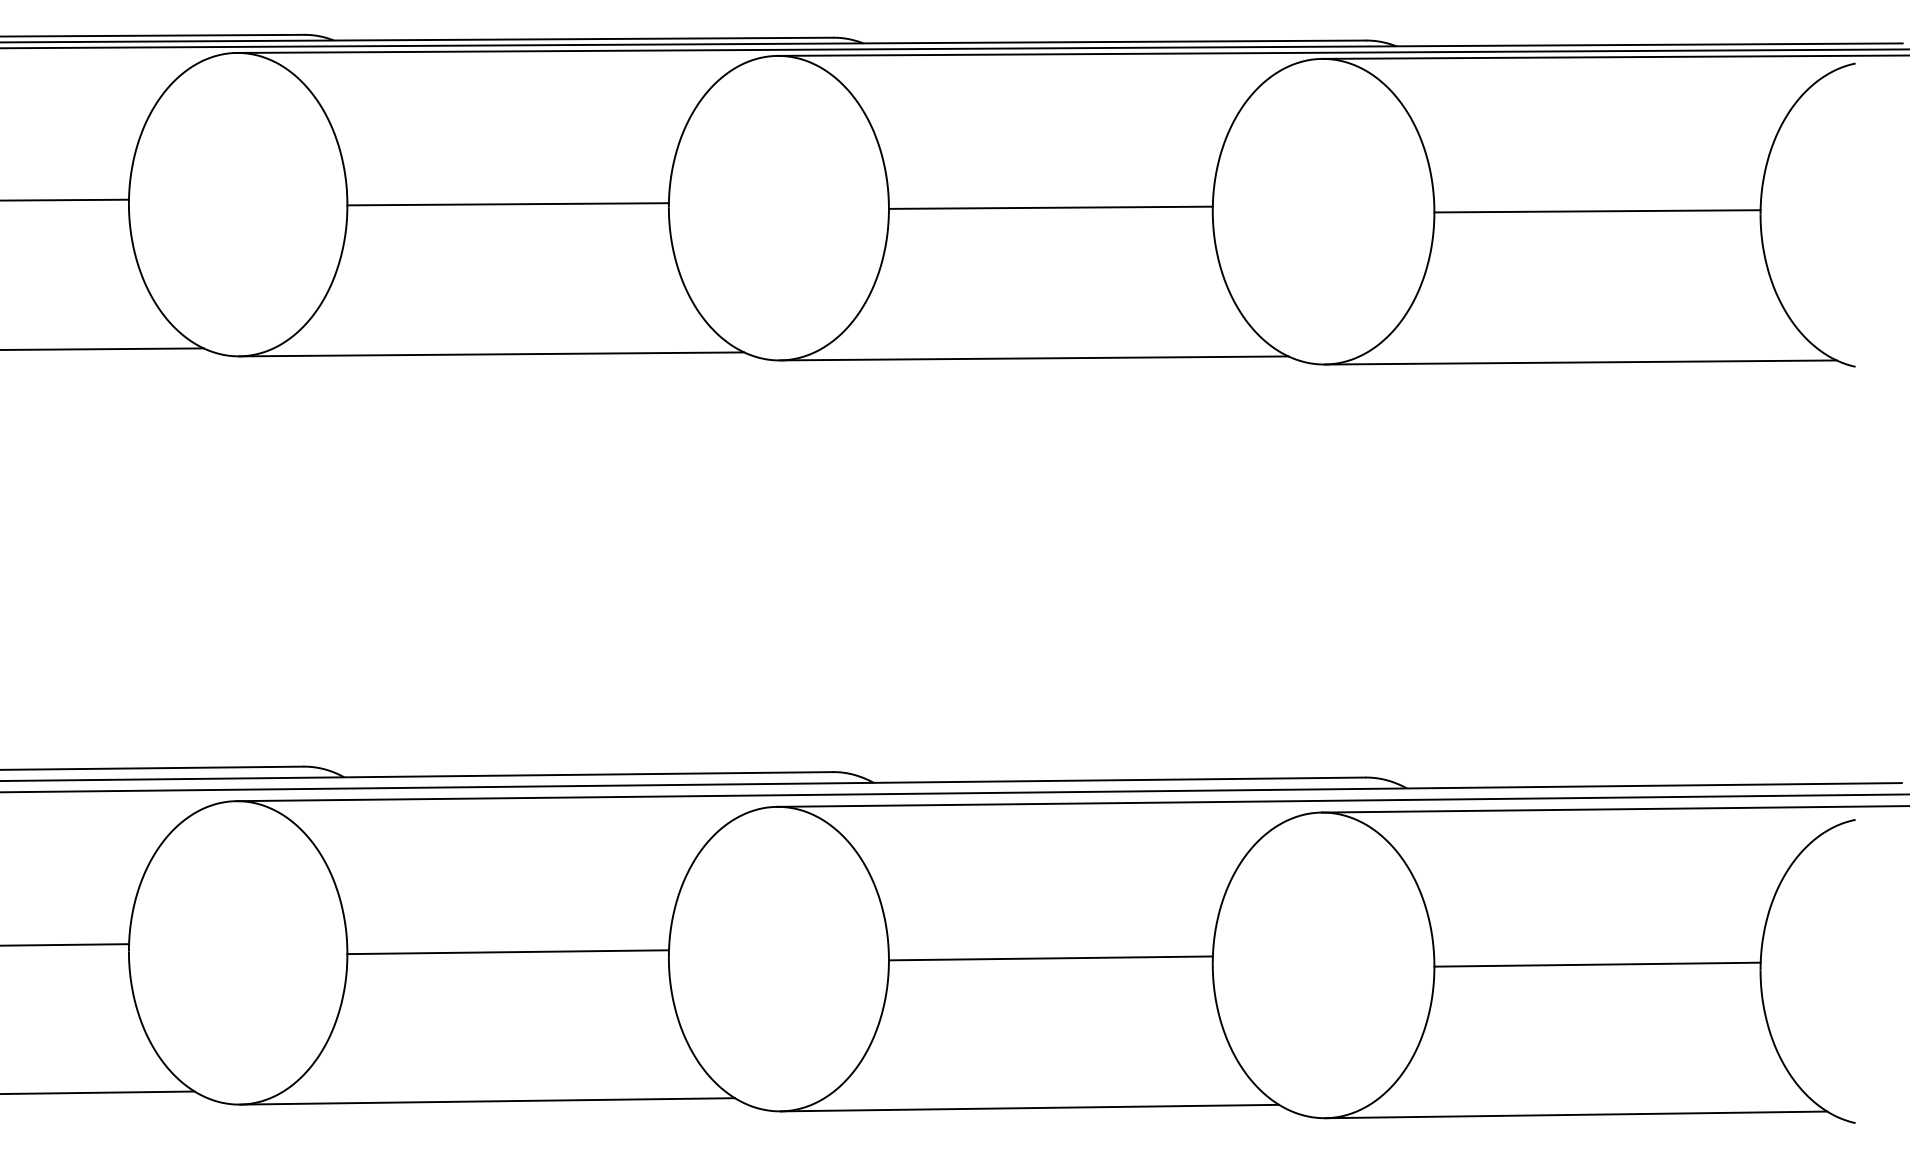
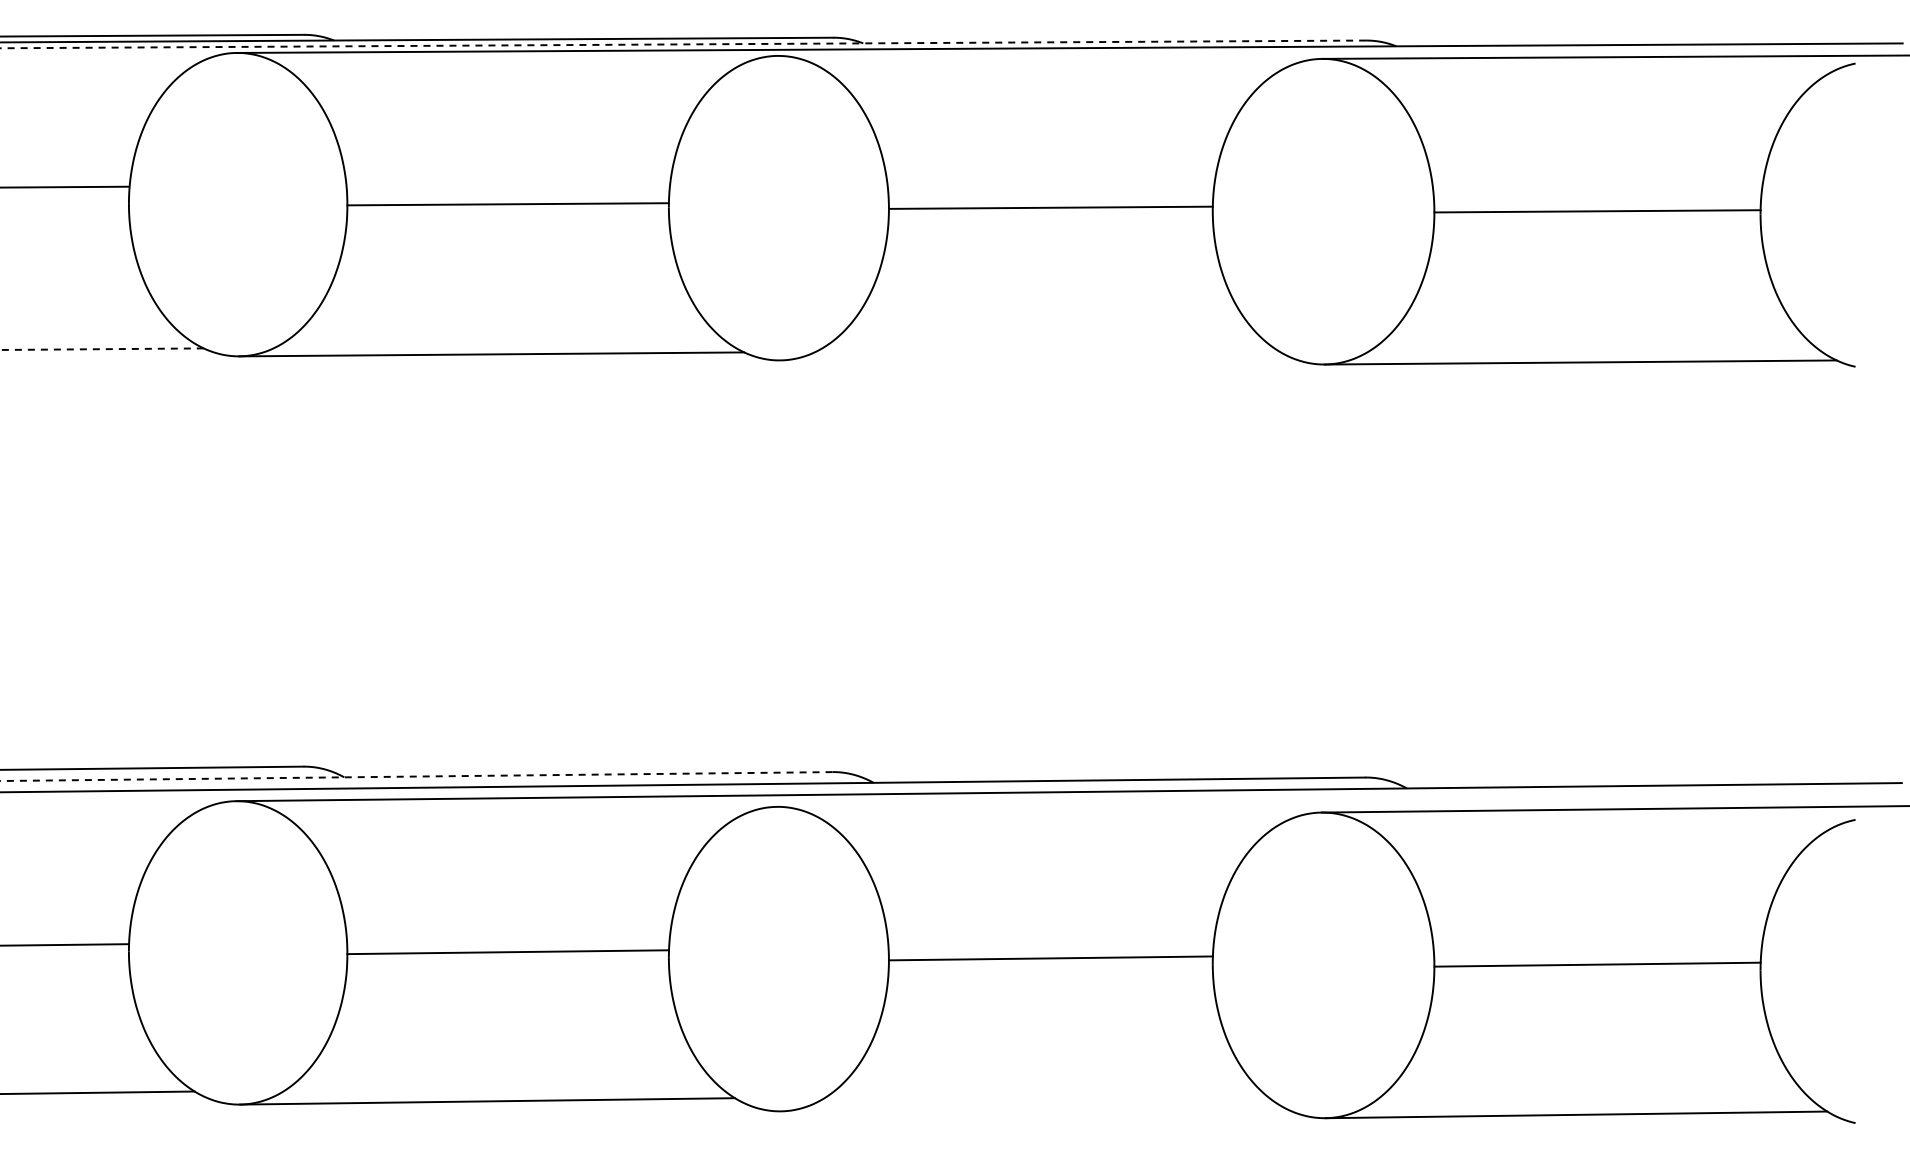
line at (683, 44): solid -> dashed
line at (1341, 52): present -> none
line at (65, 199) position: (65, 199) -> (65, 186)
line at (101, 349): solid -> dashed
line at (1034, 358): present -> none
line at (415, 776): solid -> dashed
line at (1341, 800): present -> none
line at (1029, 1107): present -> none
